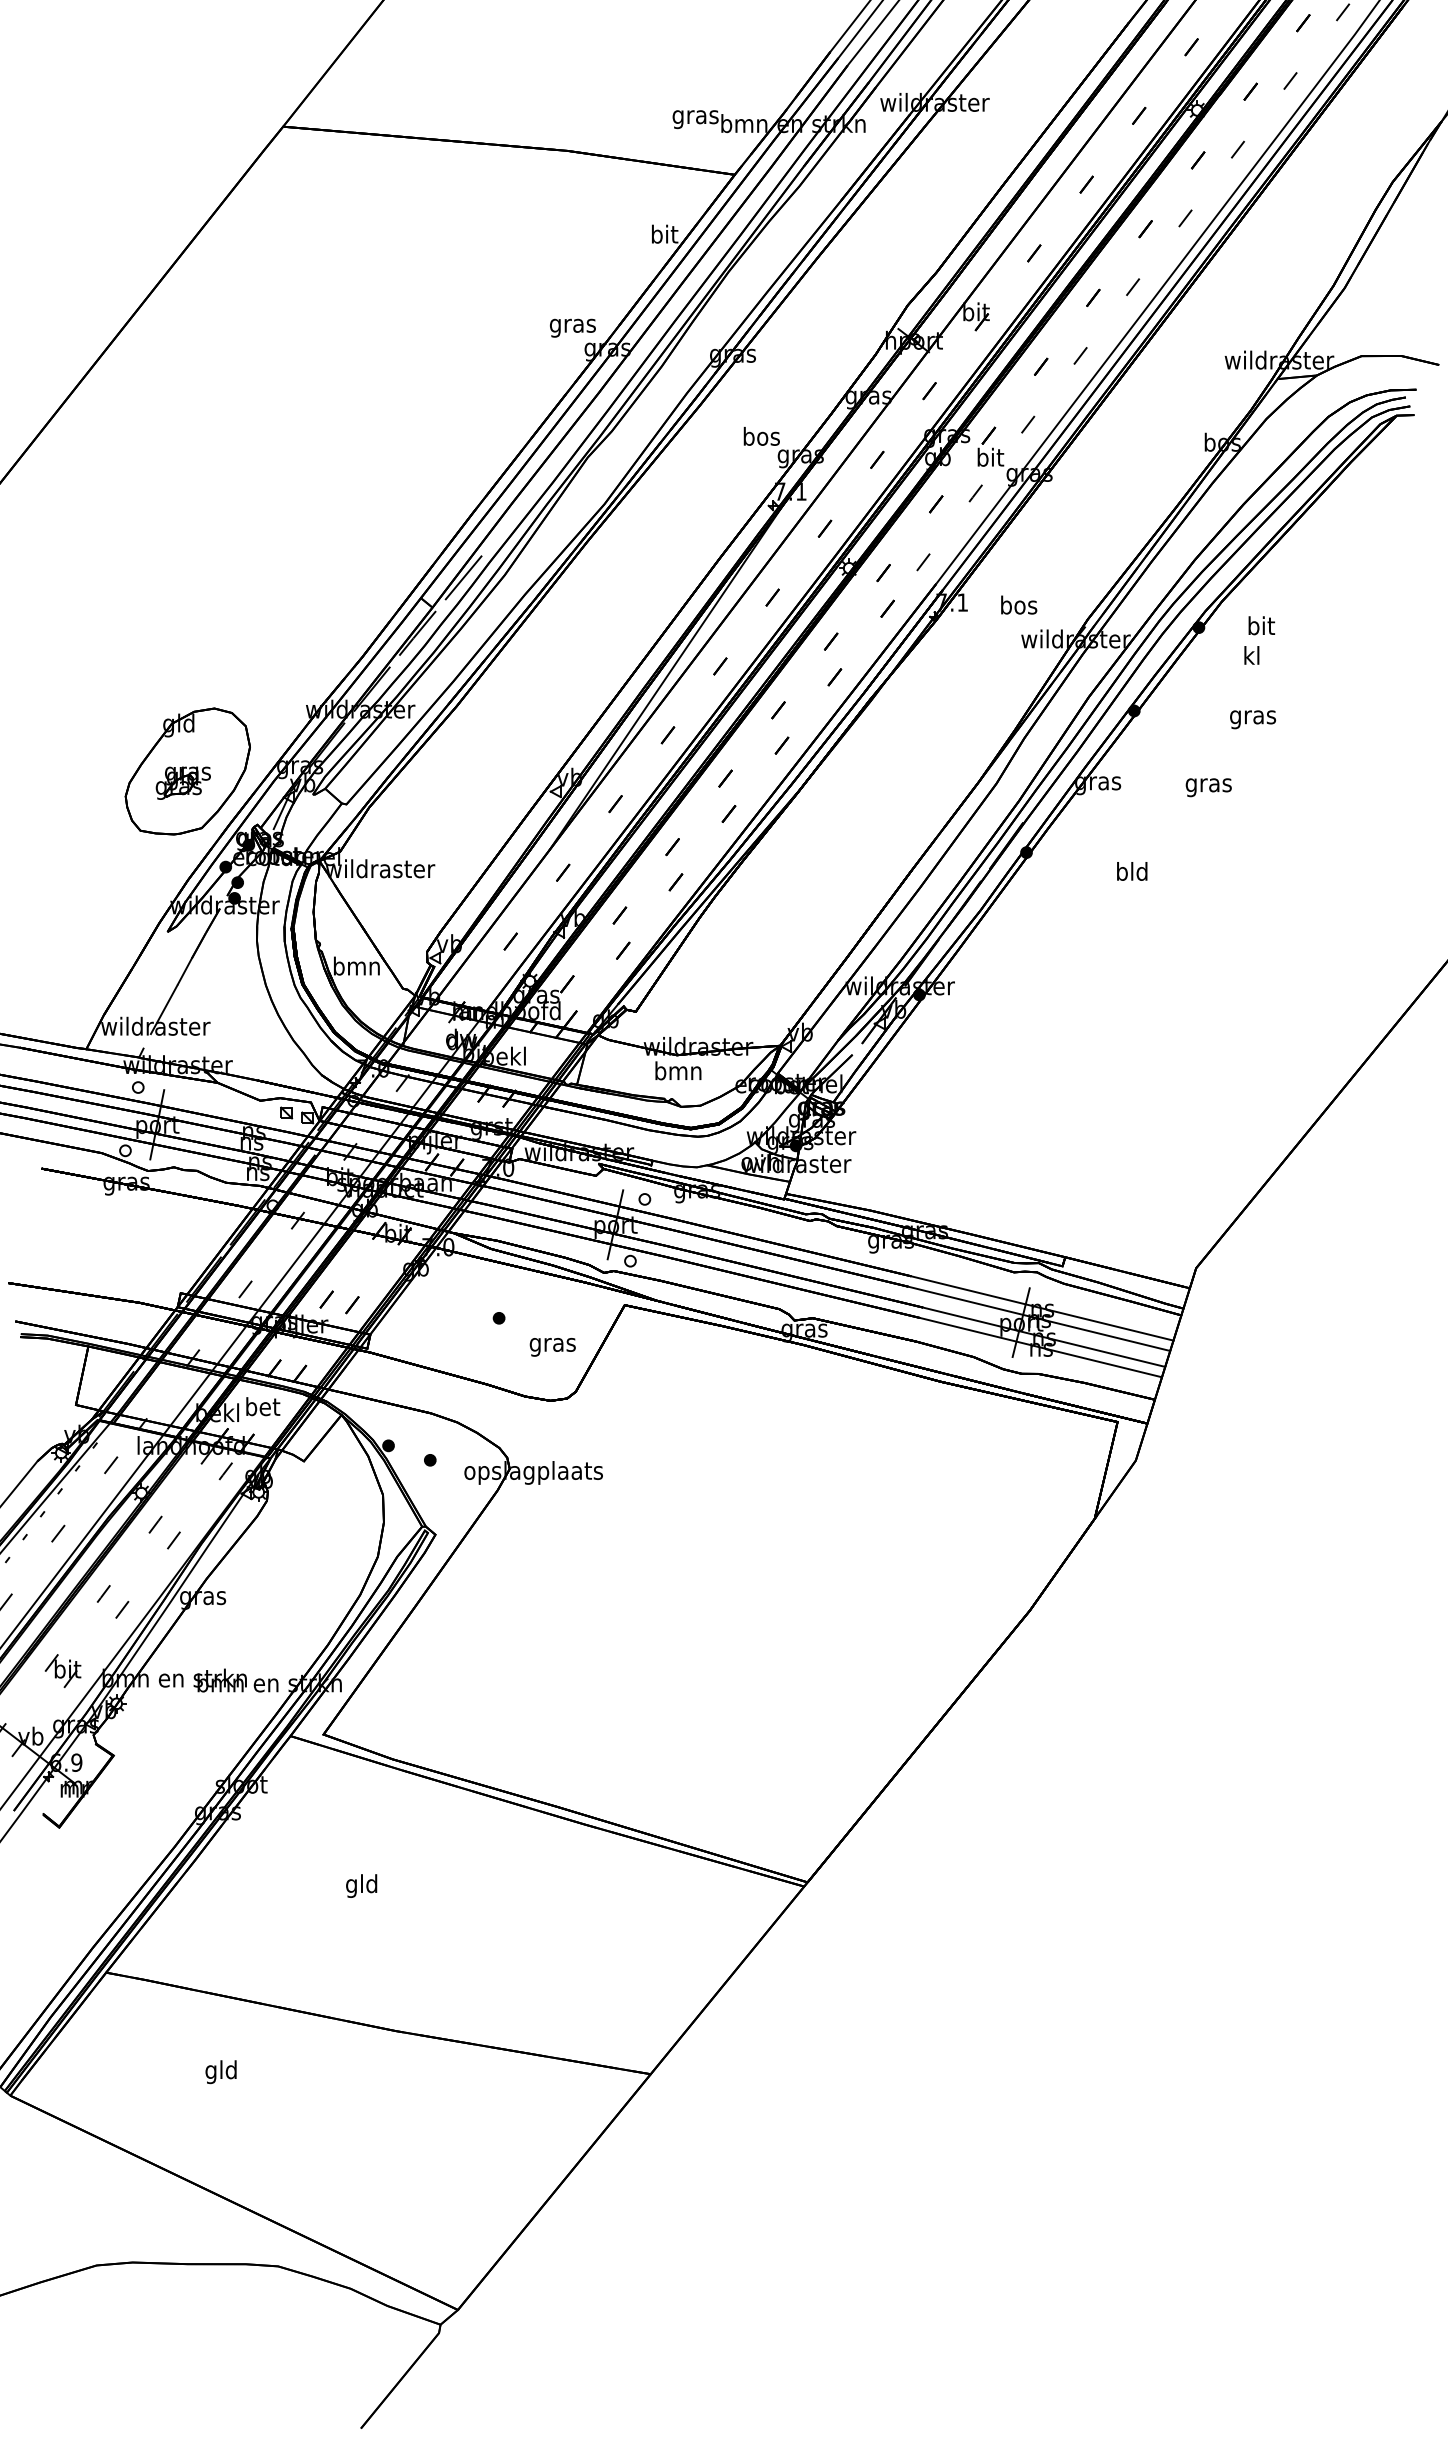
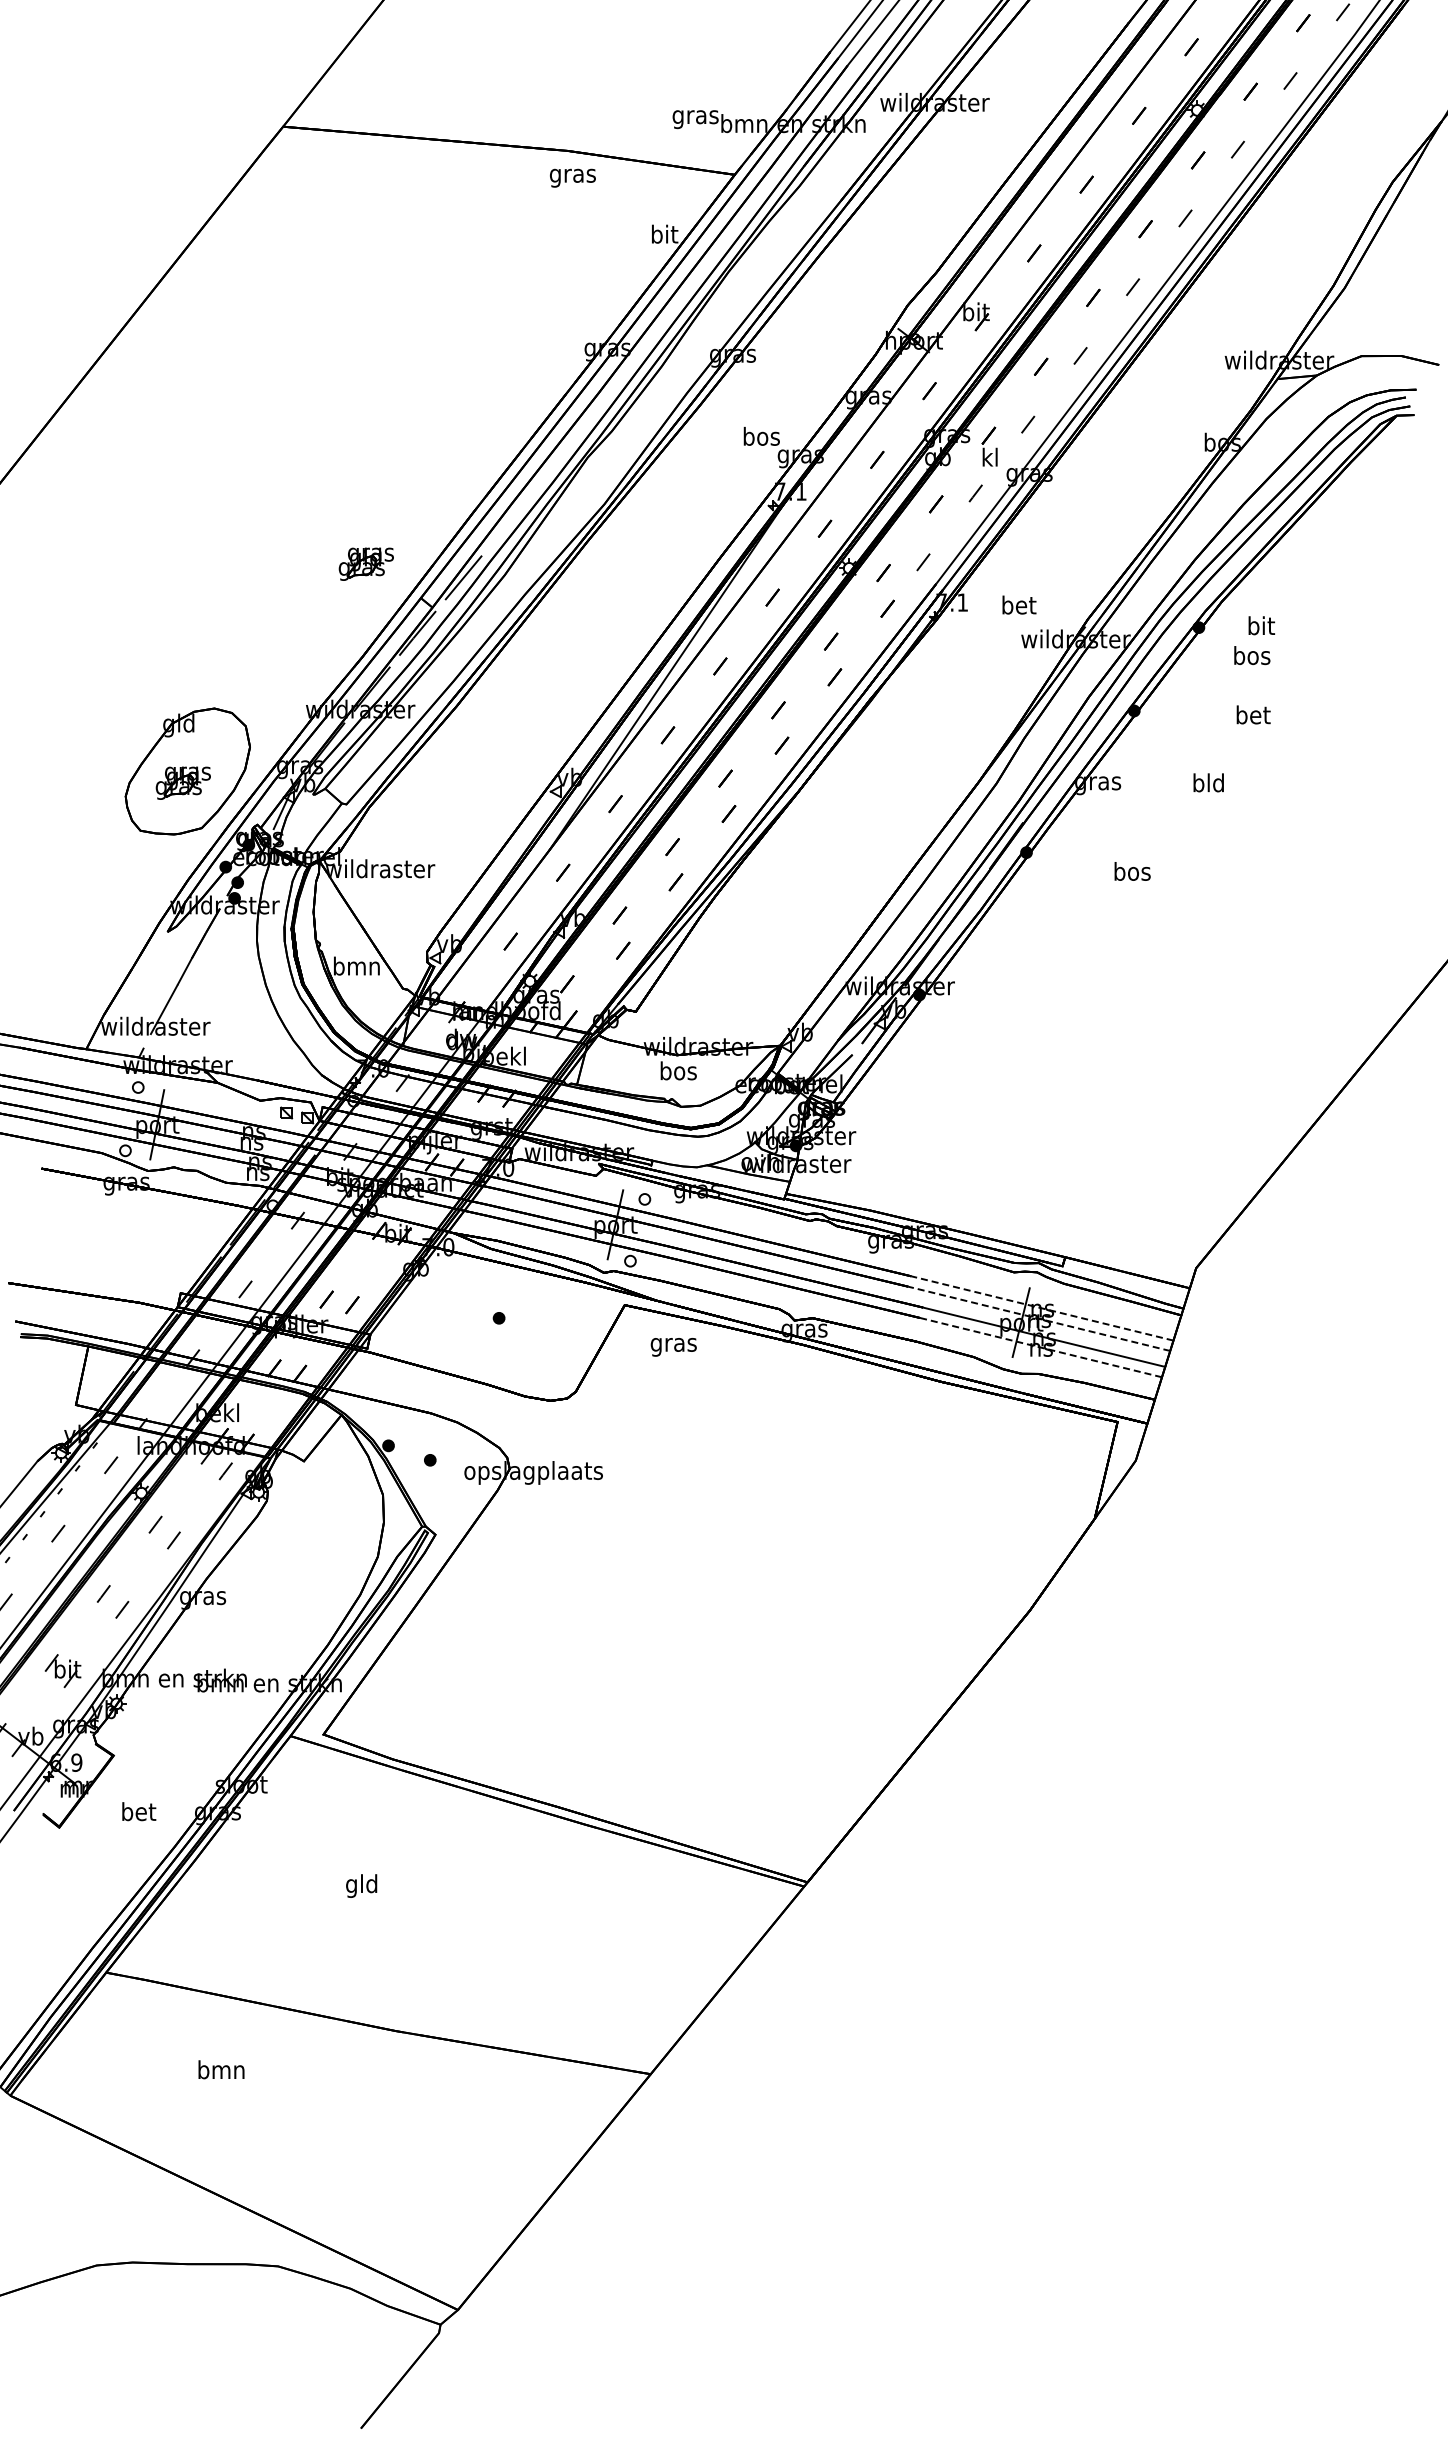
text at (572, 327) position: (572, 327) -> (572, 177)
text at (990, 456): bit -> kl
part at (365, 563): none -> present
text at (1019, 604): bos -> bet
text at (1252, 655): kl -> bos
text at (1253, 717): gras -> bet
text at (1208, 785): gras -> bld
text at (1132, 871): bld -> bos
text at (678, 1070): bmn -> bos
line at (1042, 1308): solid -> dashed
line at (1039, 1318): solid -> dashed
text at (552, 1347) position: (552, 1347) -> (673, 1347)
line at (1040, 1347): solid -> dashed
text at (263, 1406) position: (263, 1406) -> (139, 1811)
text at (221, 2072): gld -> bmn
